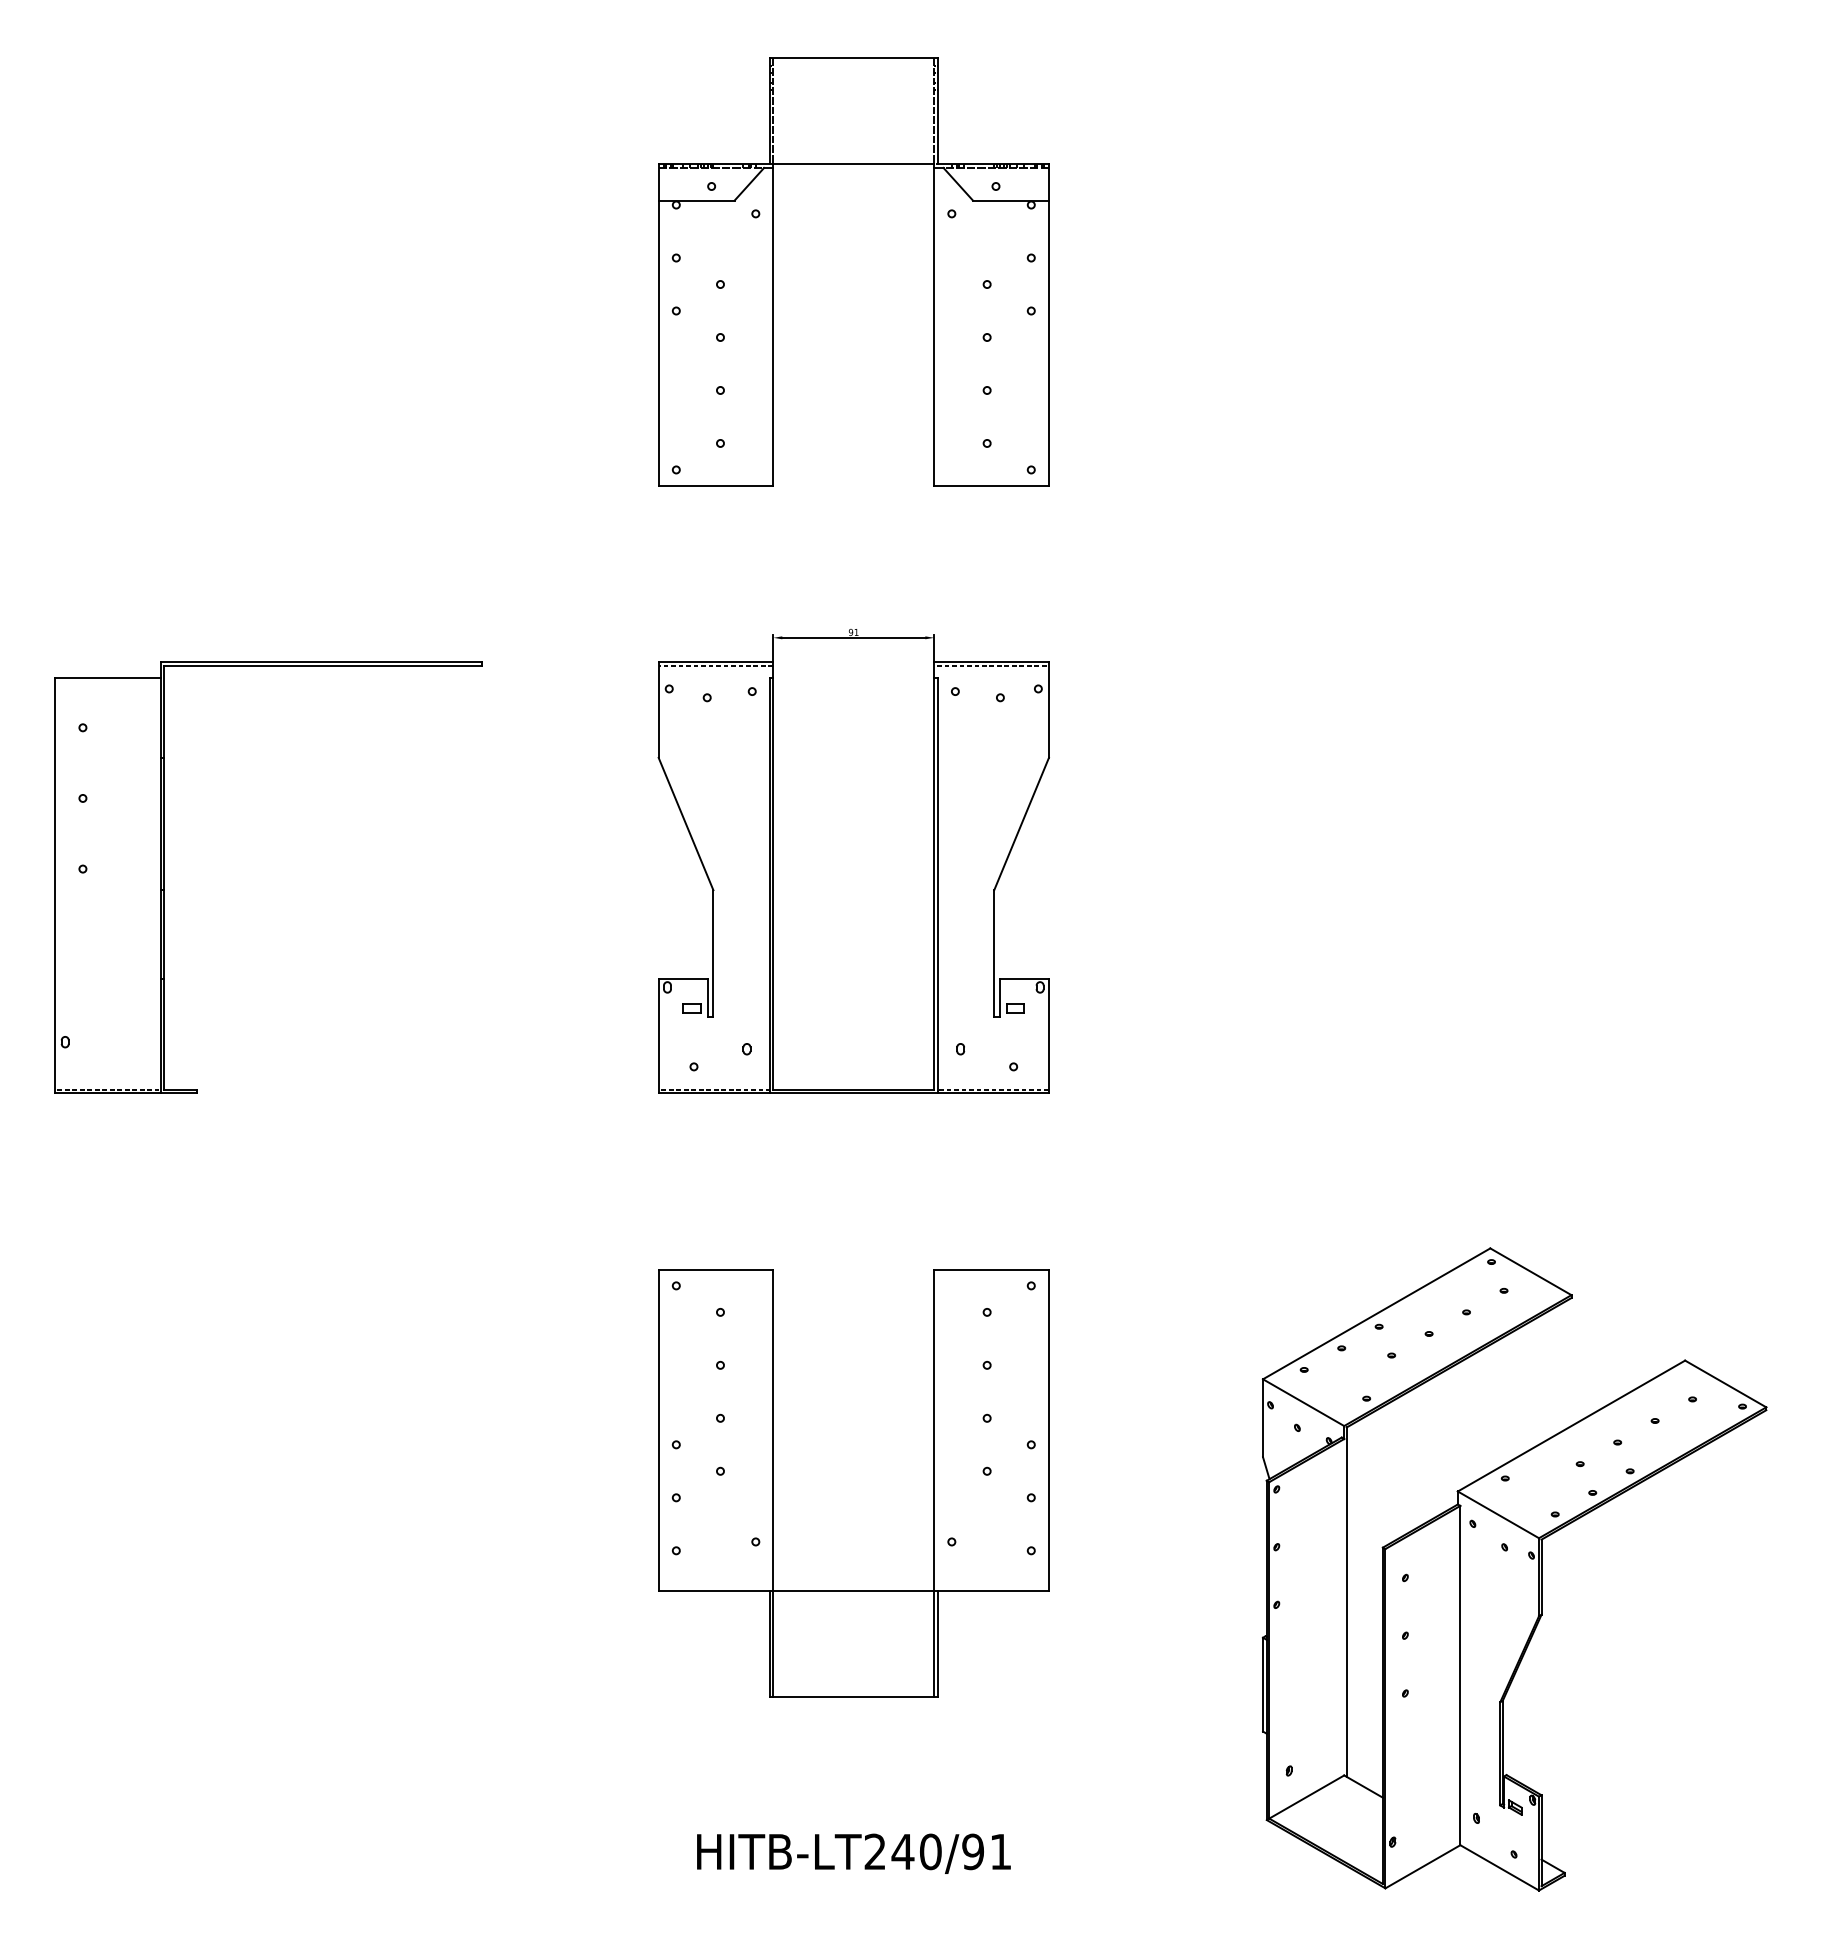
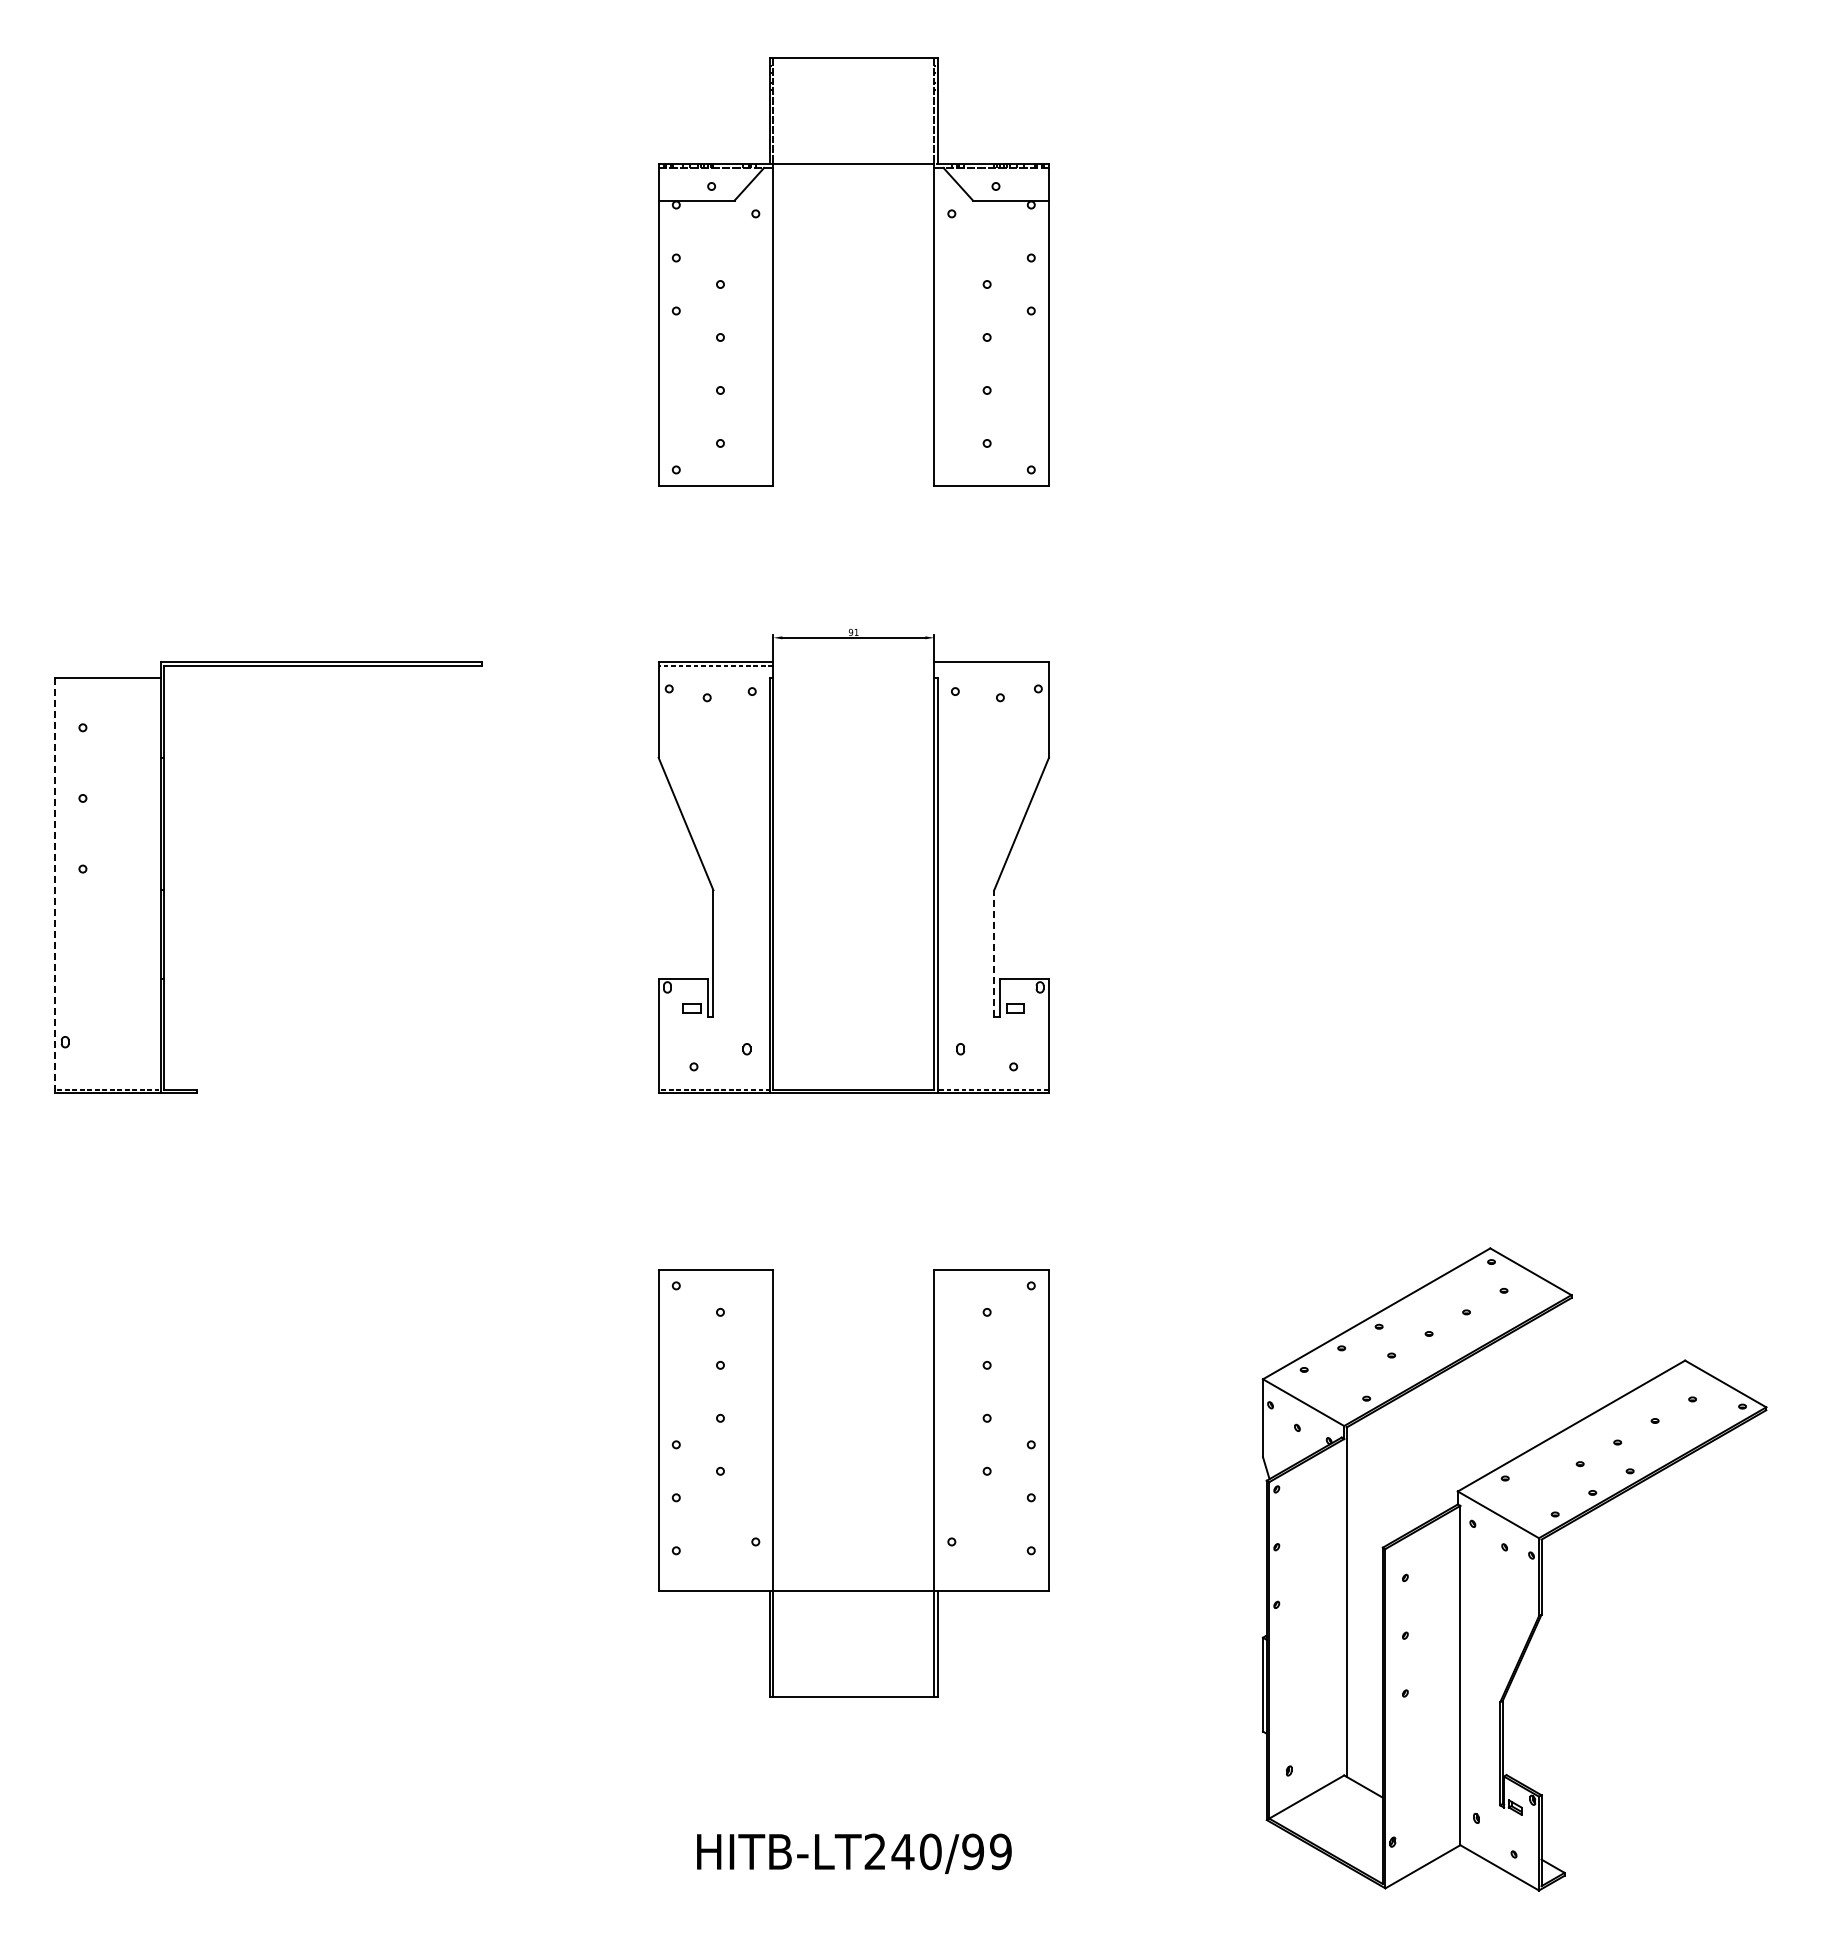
line at (991, 665): present -> none
line at (54, 885): solid -> dashed
line at (994, 952): solid -> dashed
text at (1000, 1851): HITB-LT240/91 -> HITB-LT240/99
